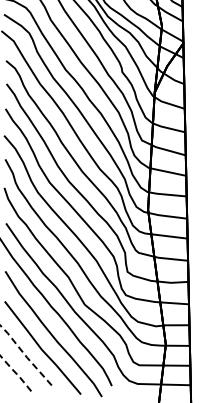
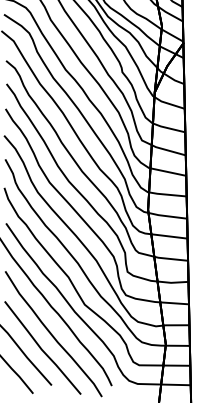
line at (25, 355): dashed -> solid
line at (17, 374): dashed -> solid
